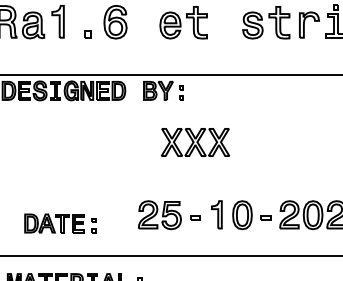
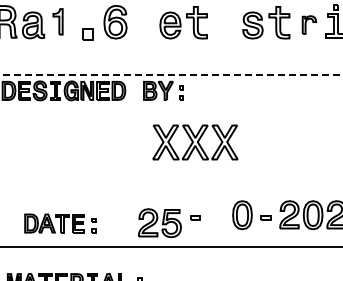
part at (57, 21) size: 14x34 px -> 12x28 px
part at (309, 24) size: 21x28 px -> 17x20 px
part at (87, 34) size: 8x9 px -> 12x13 px
line at (171, 74): solid -> dashed
part at (195, 142) size: 70x29 px -> 87x37 px
part at (216, 214): present -> none
part at (159, 215) position: (159, 215) -> (159, 223)
line at (170, 255) position: (170, 255) -> (170, 246)
